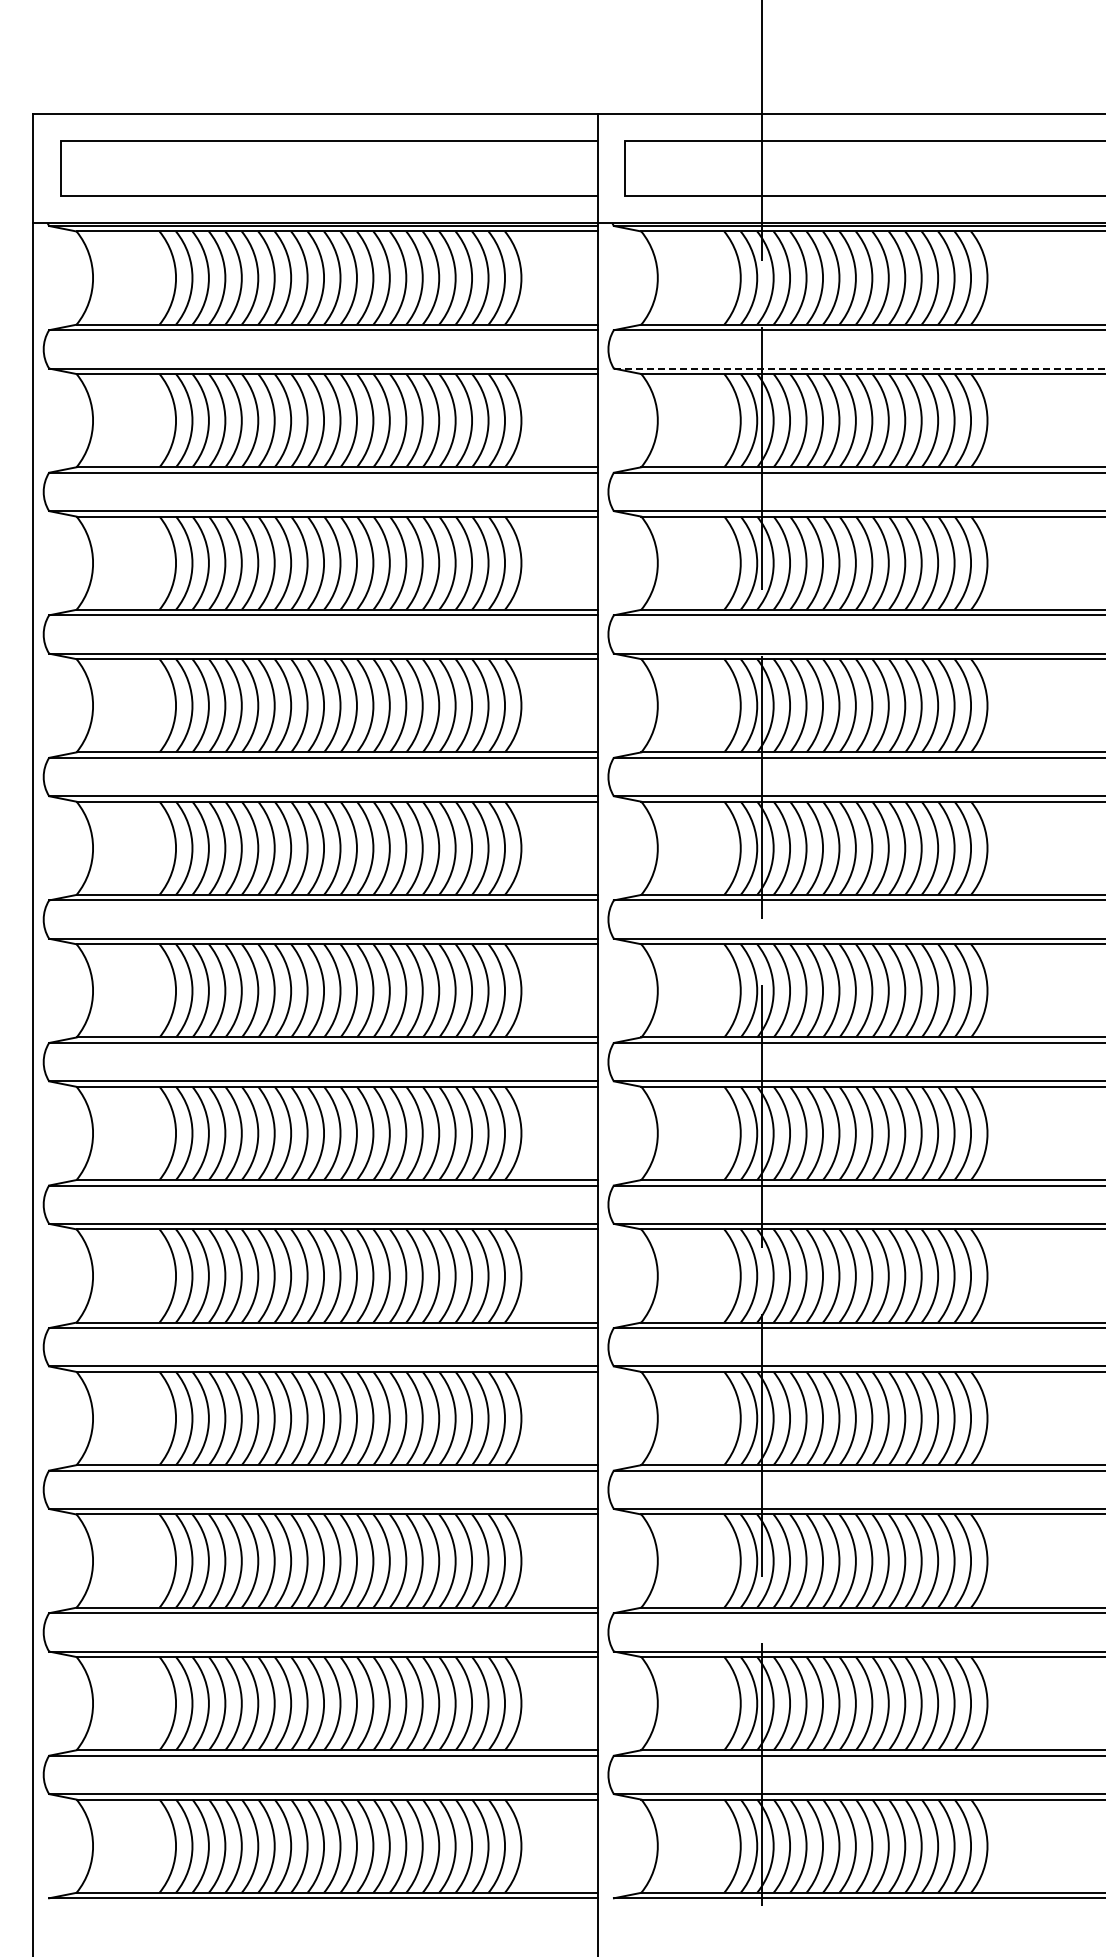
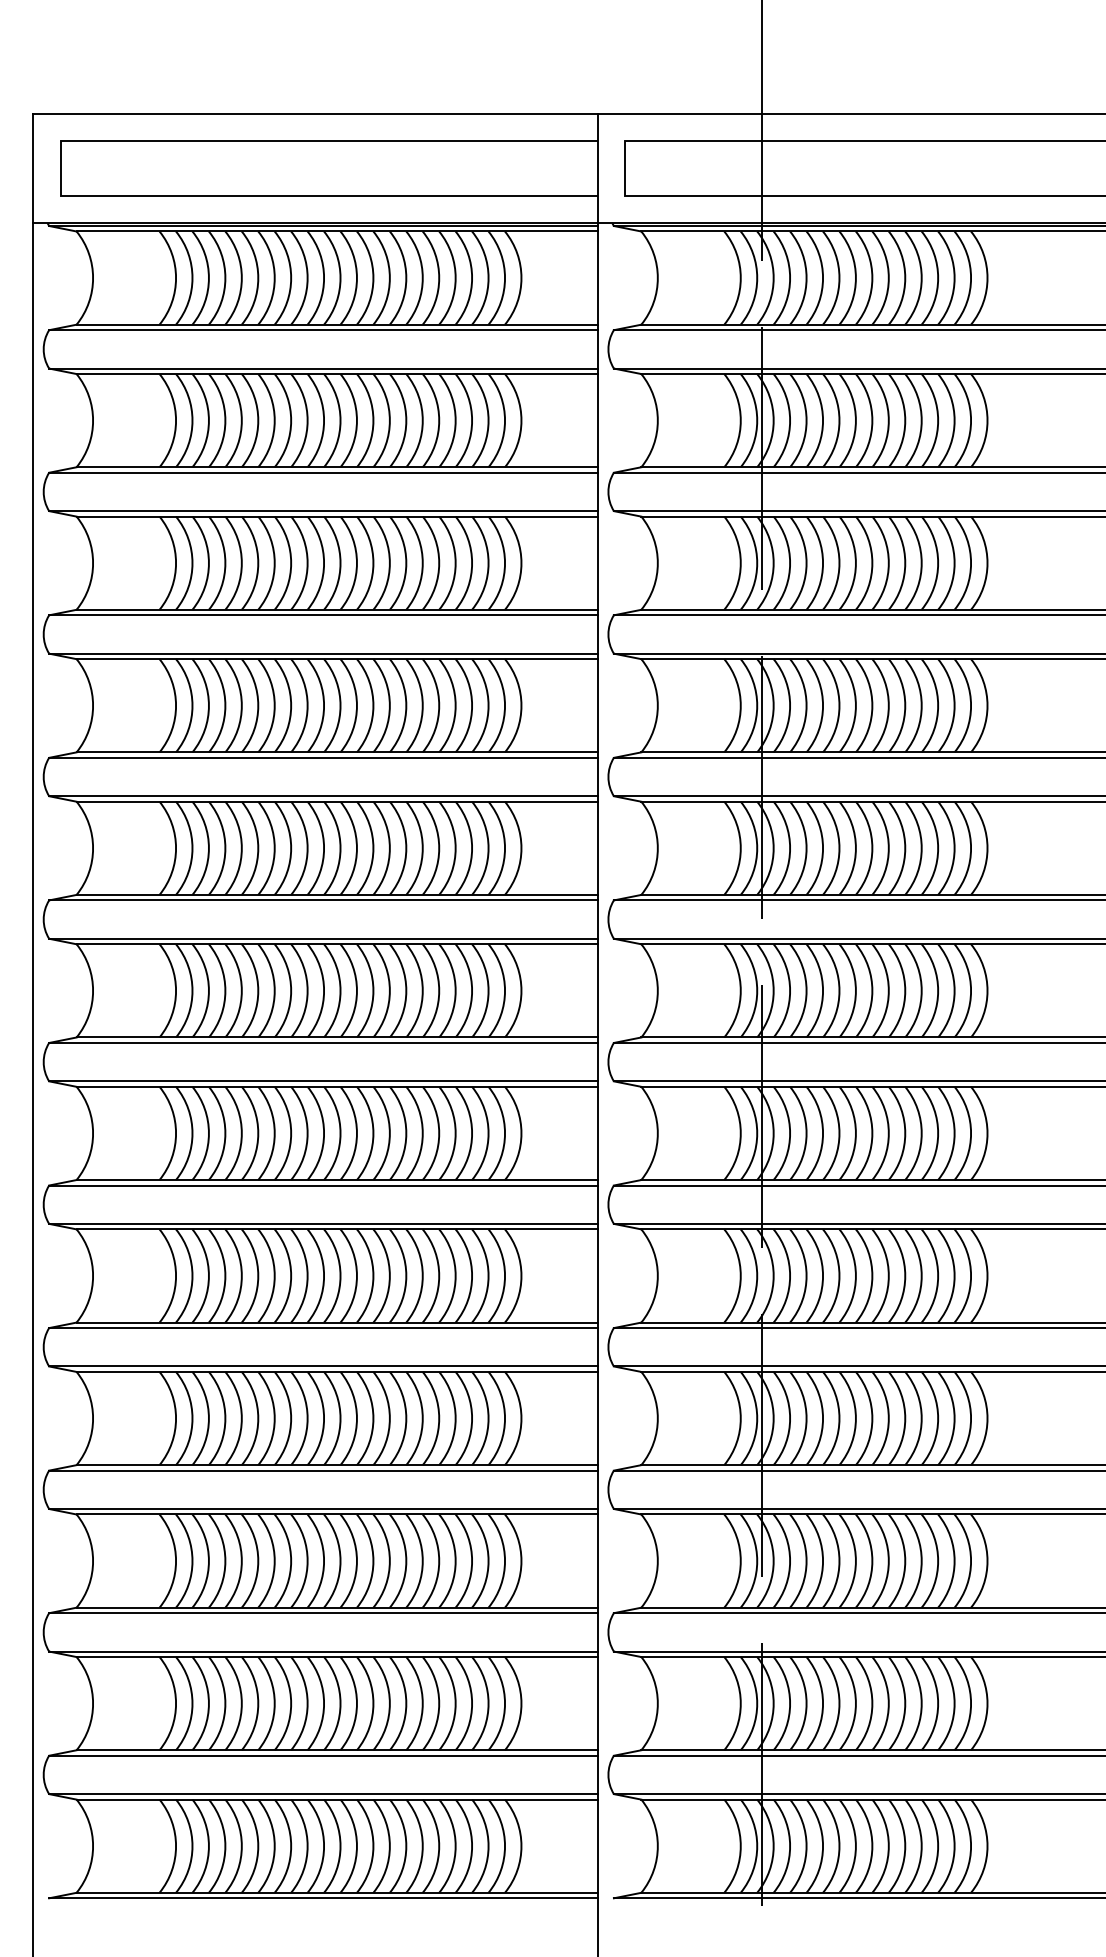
line at (859, 368): dashed -> solid
